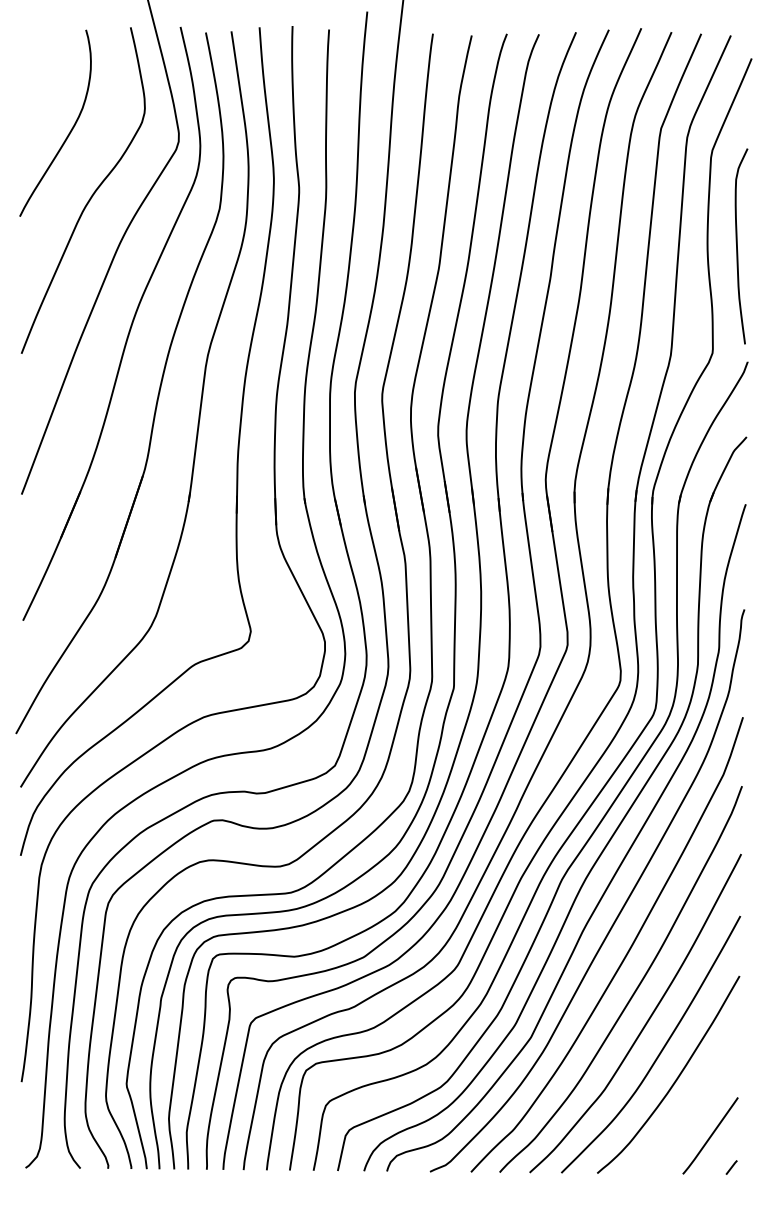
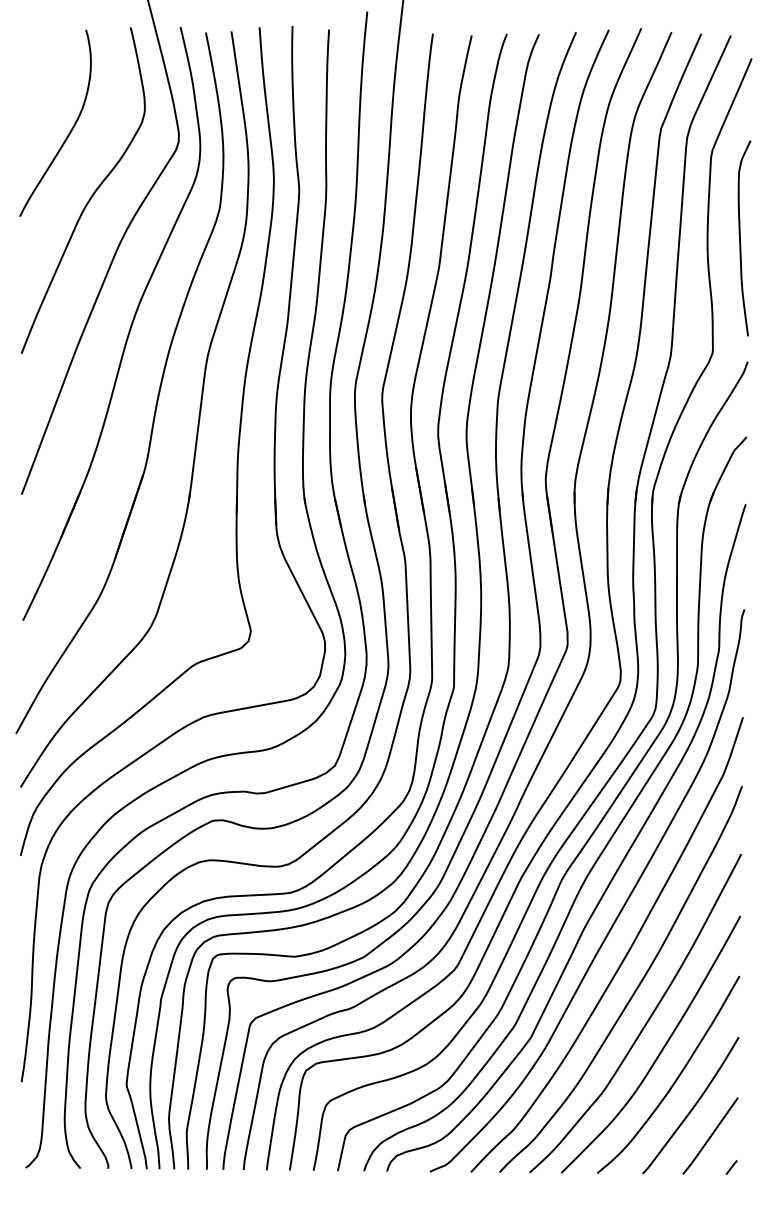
curve at (737, 246) position: (737, 246) -> (740, 238)
curve at (692, 1107): none -> present
